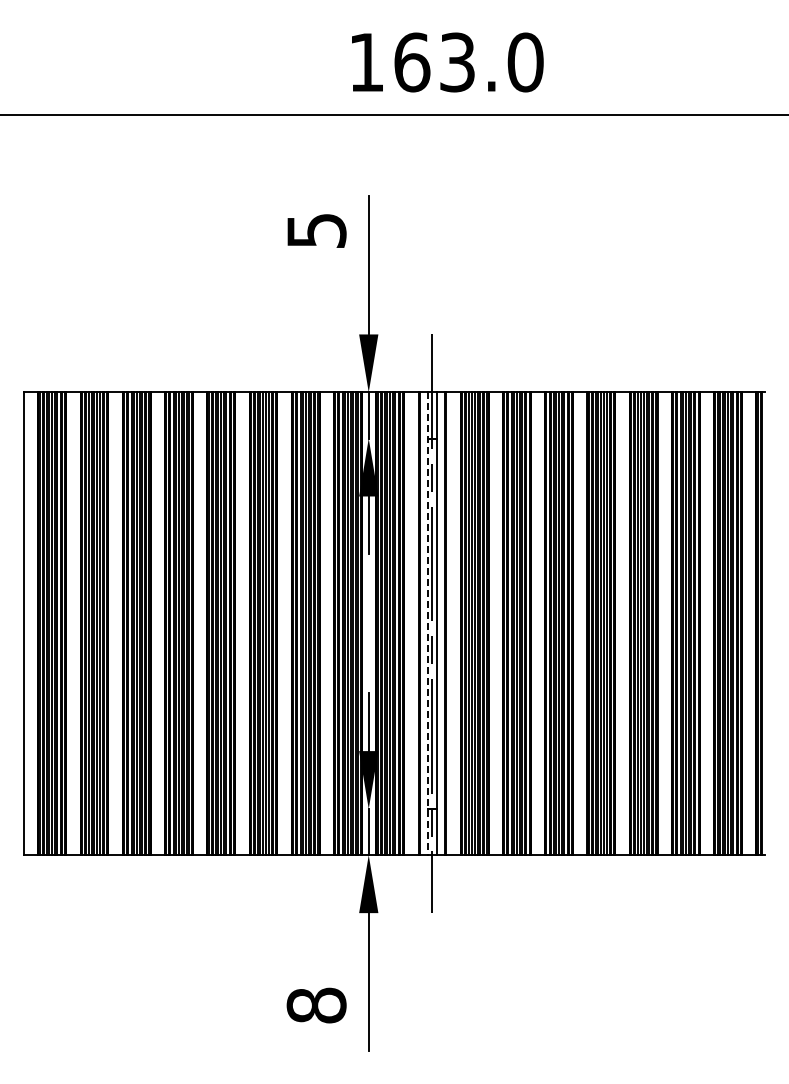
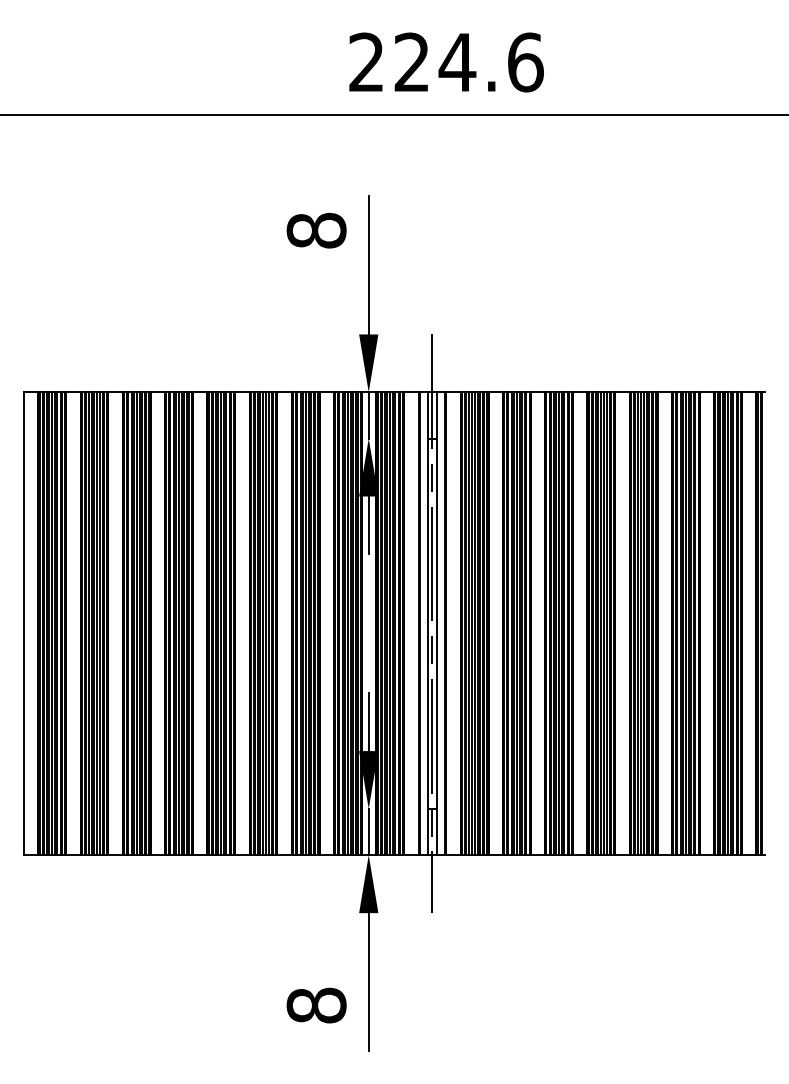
text at (446, 62): 163.0 -> 224.6
text at (316, 230): 5 -> 8
line at (427, 624): dashed -> solid
